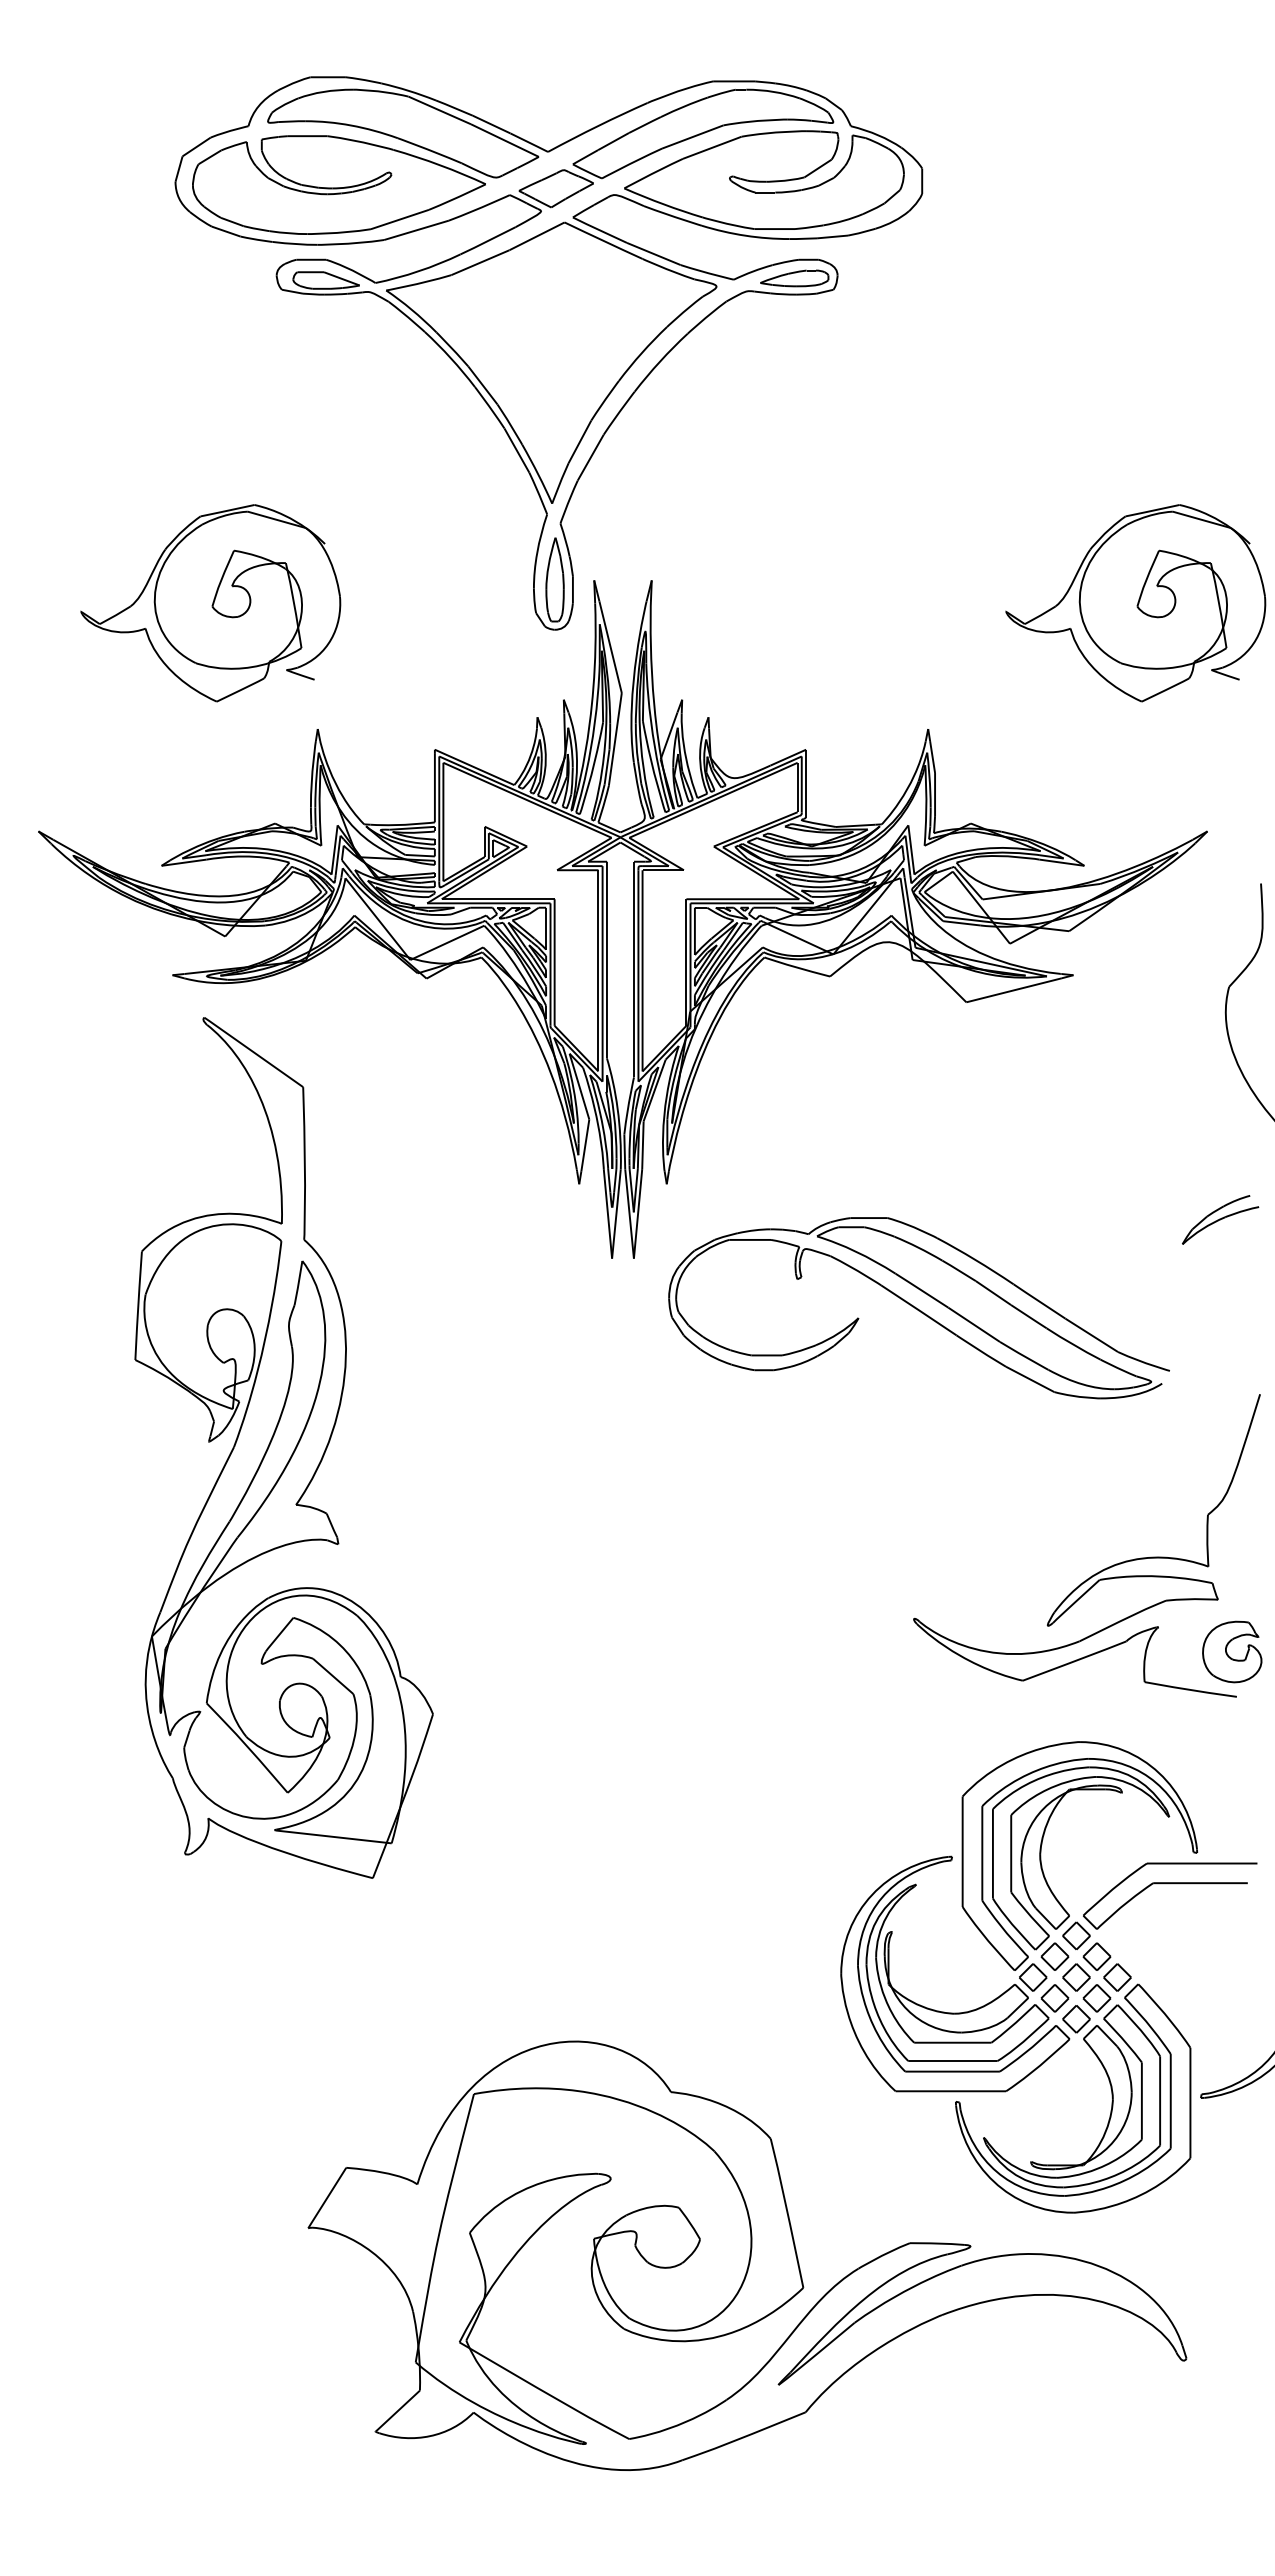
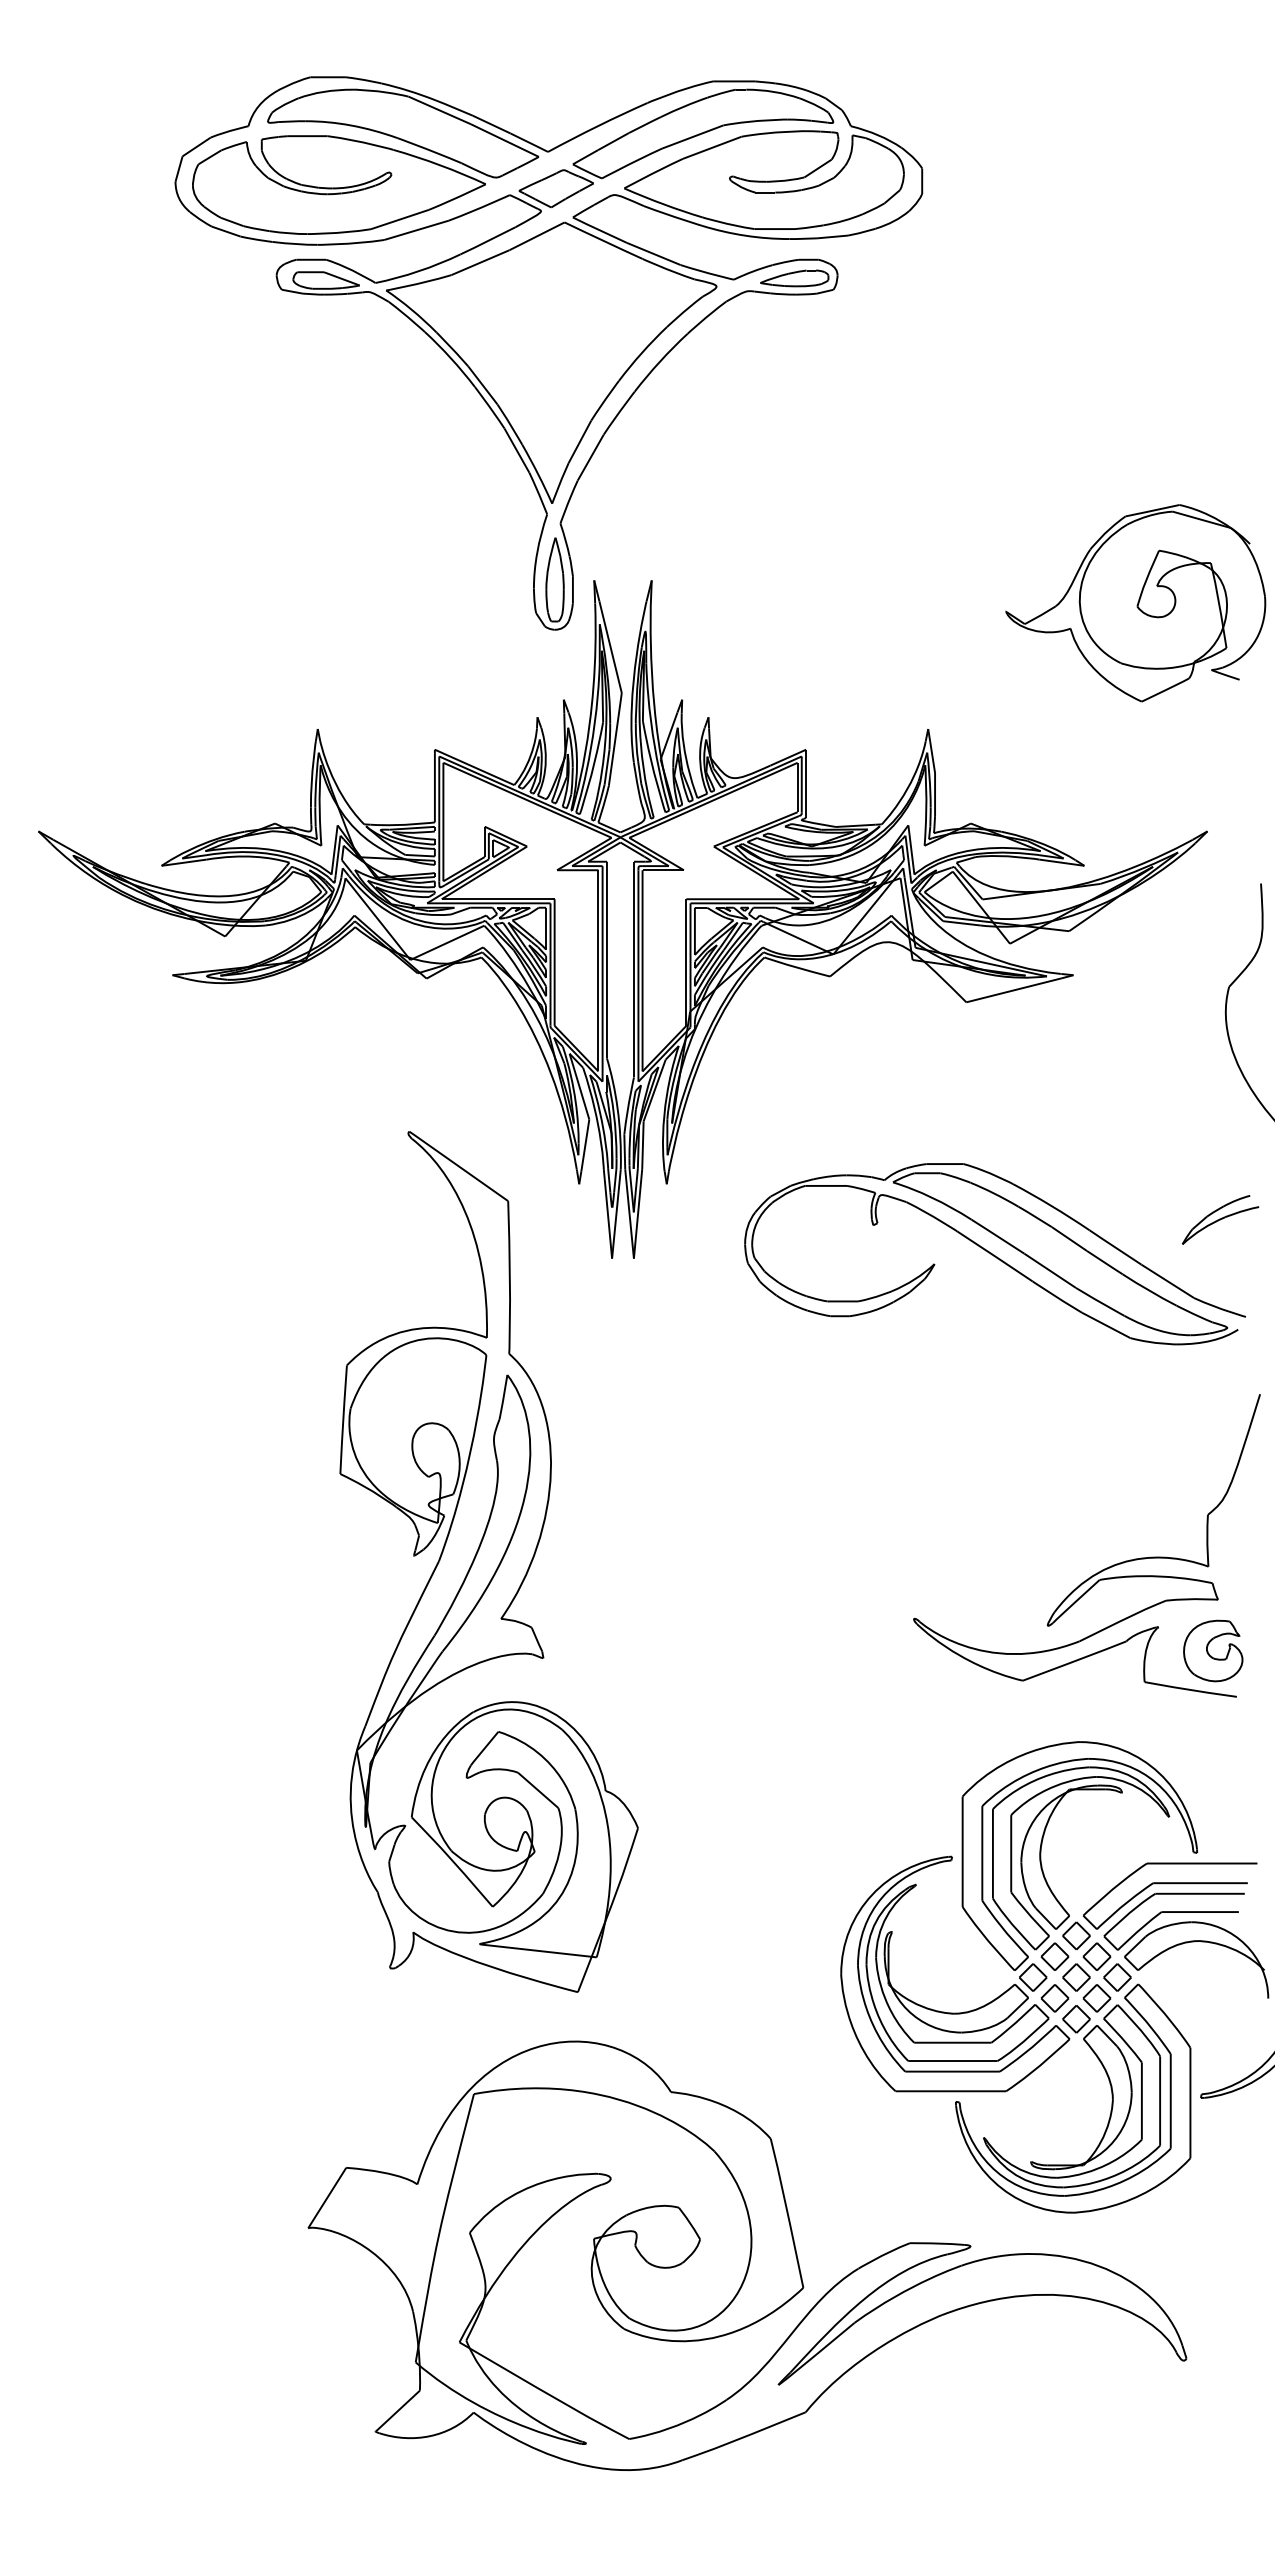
part at (210, 603): present -> none
part at (918, 1308) position: (918, 1308) -> (994, 1254)
part at (283, 1447) position: (283, 1447) -> (488, 1561)
part at (1232, 1651) position: (1232, 1651) -> (1213, 1650)
part at (1186, 1945): none -> present
